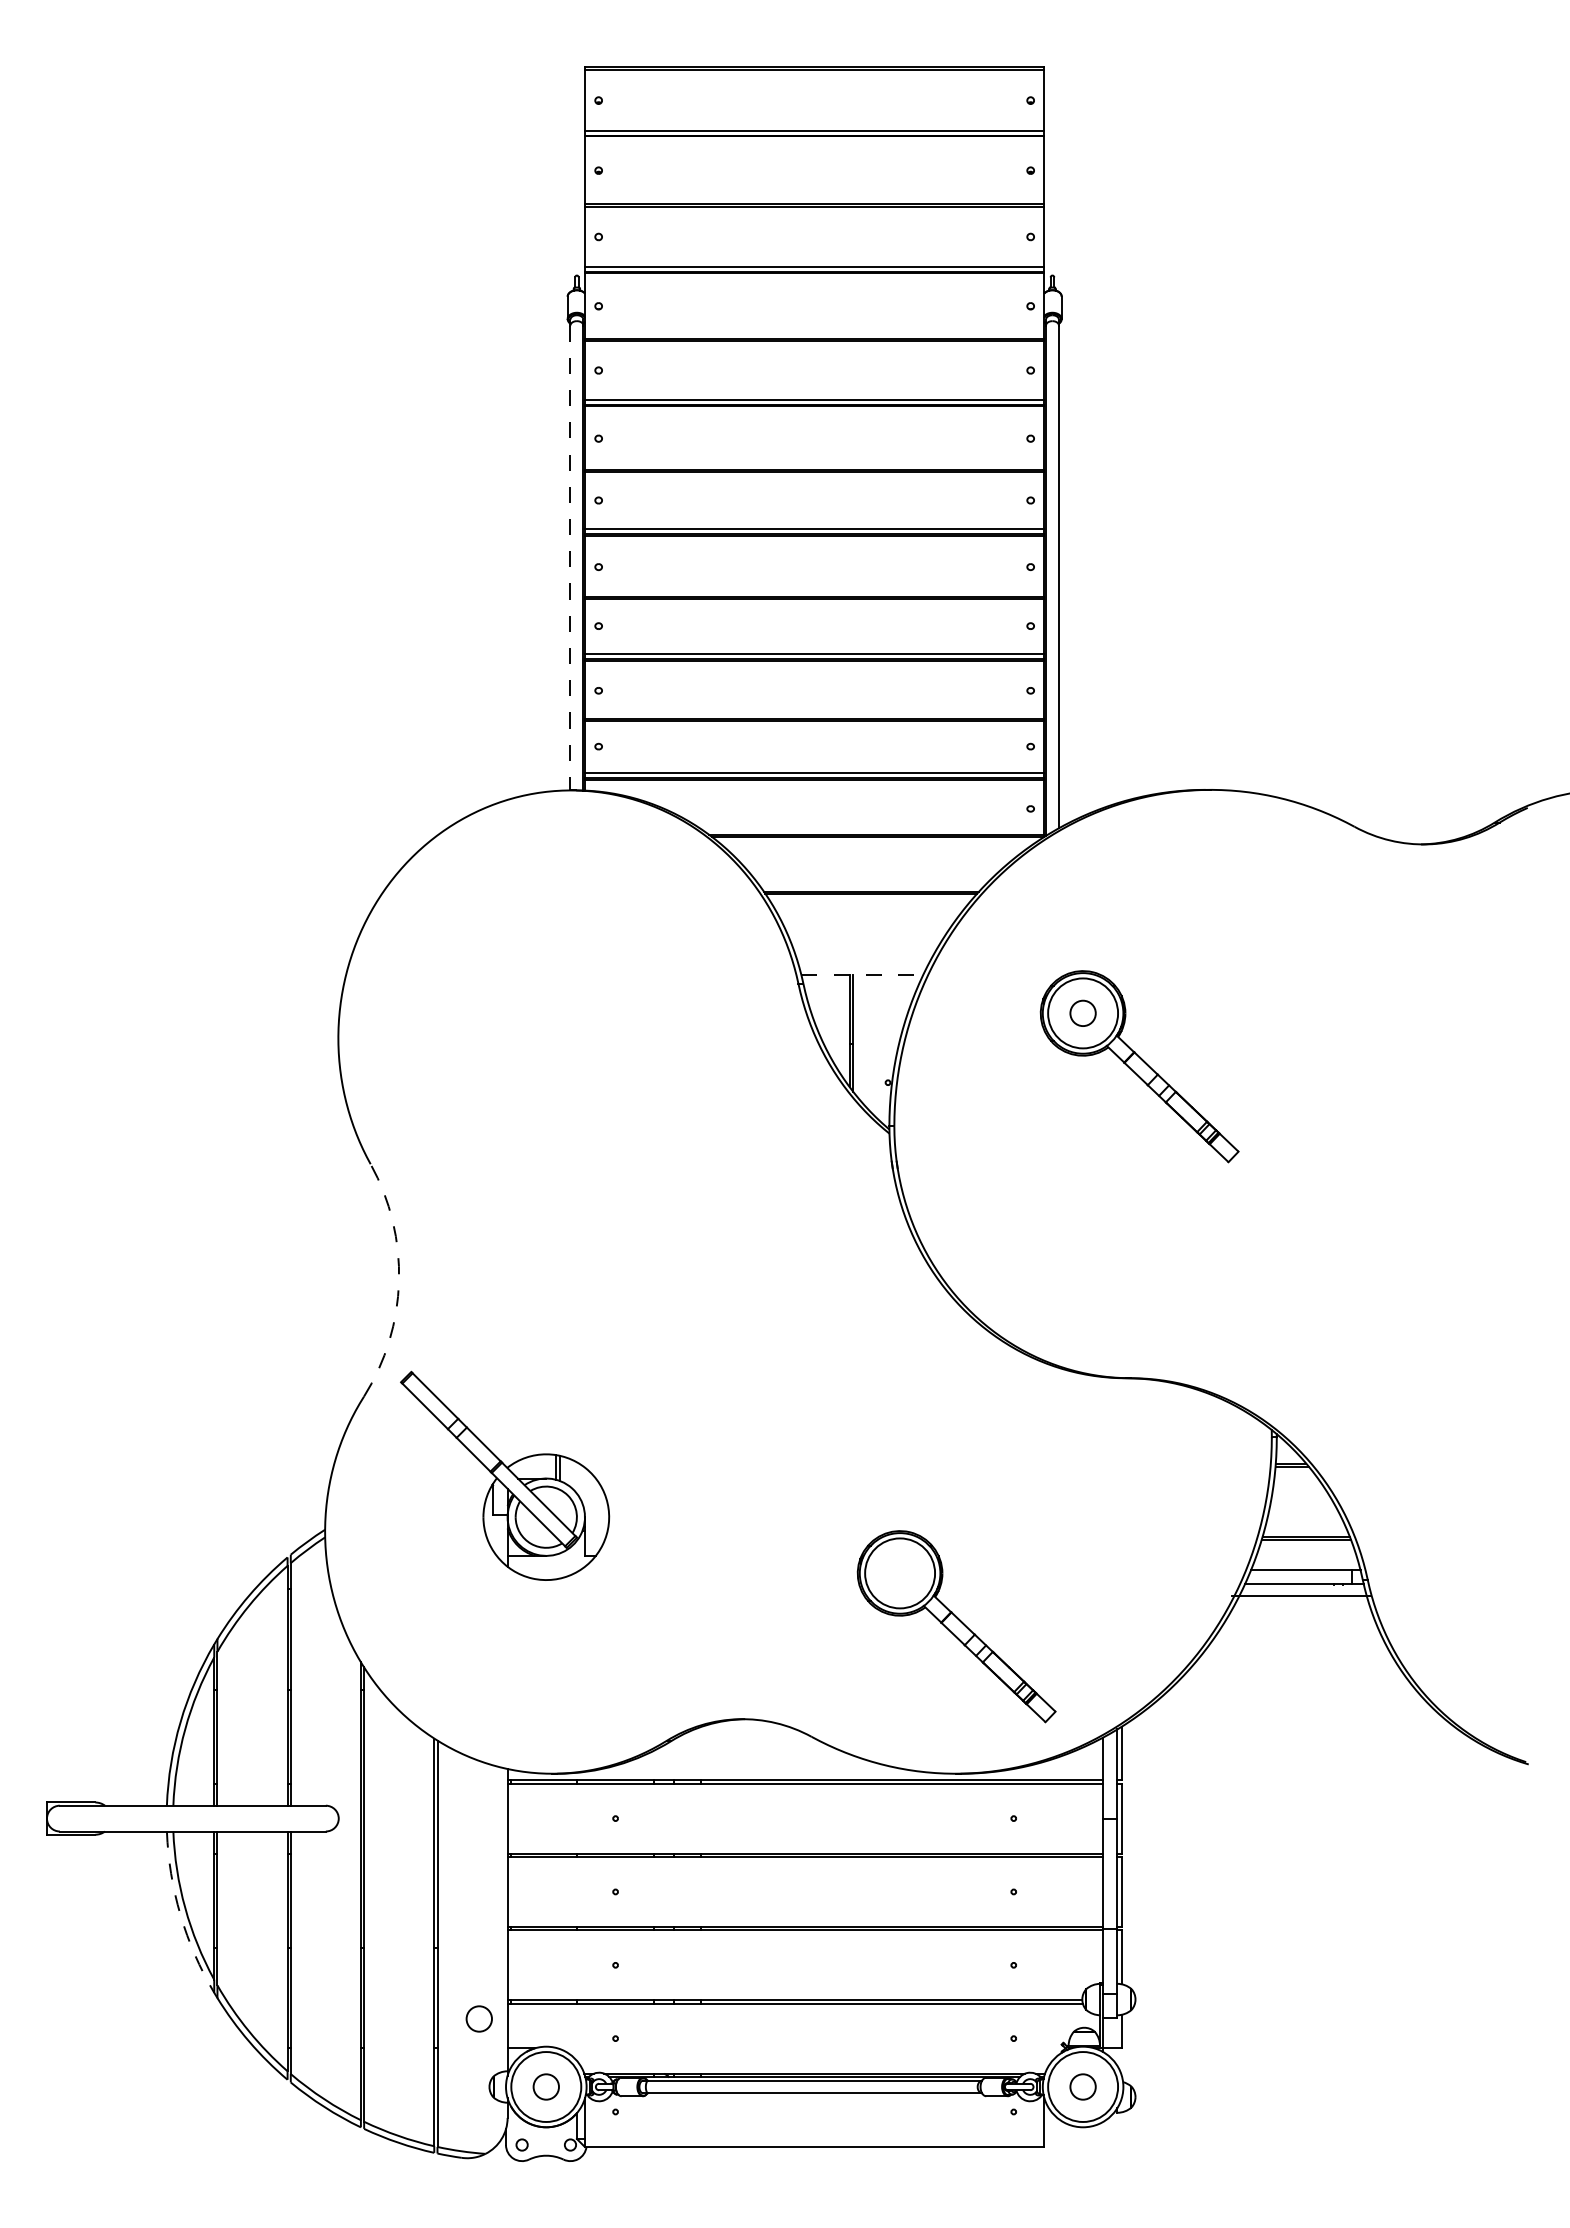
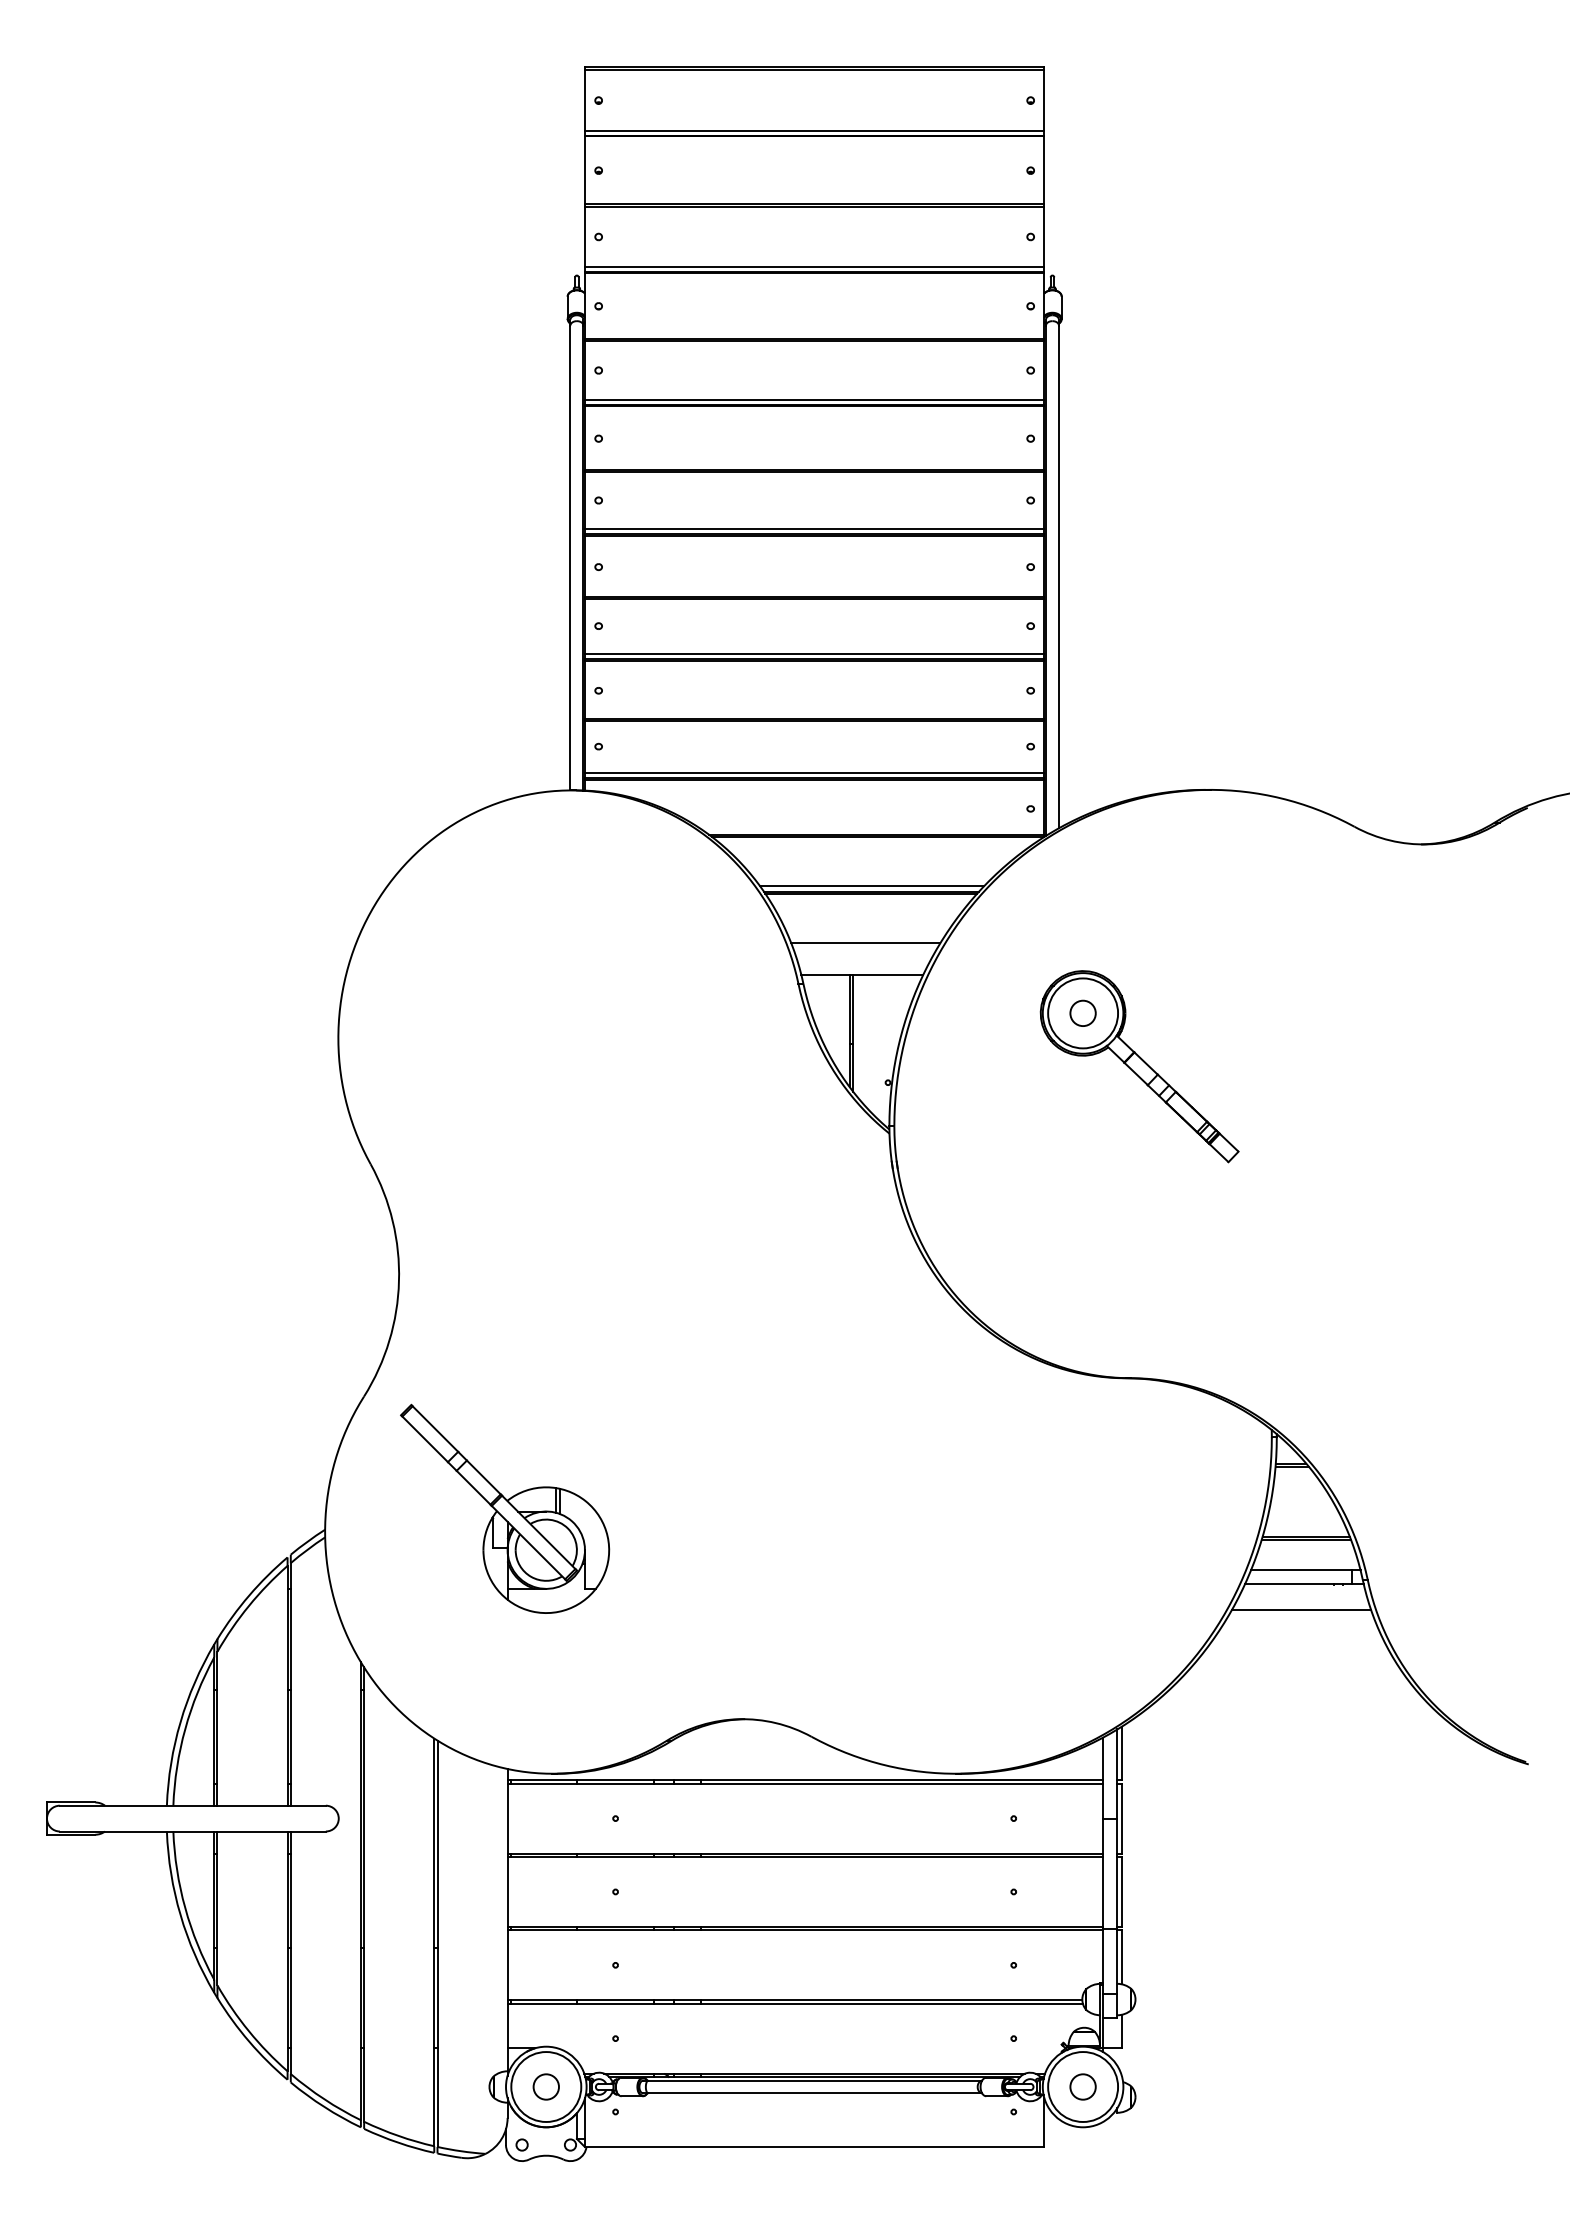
line at (570, 558): dashed -> solid
line at (872, 886): none -> present
line at (865, 943): none -> present
line at (862, 974): dashed -> solid
arc at (399, 1281): dashed -> solid
part at (505, 1475) position: (505, 1475) -> (505, 1508)
line at (1301, 1596) position: (1301, 1596) -> (1301, 1610)
part at (956, 1626): present -> none
arc at (180, 1915): dashed -> solid
circle at (478, 2018): present -> none
